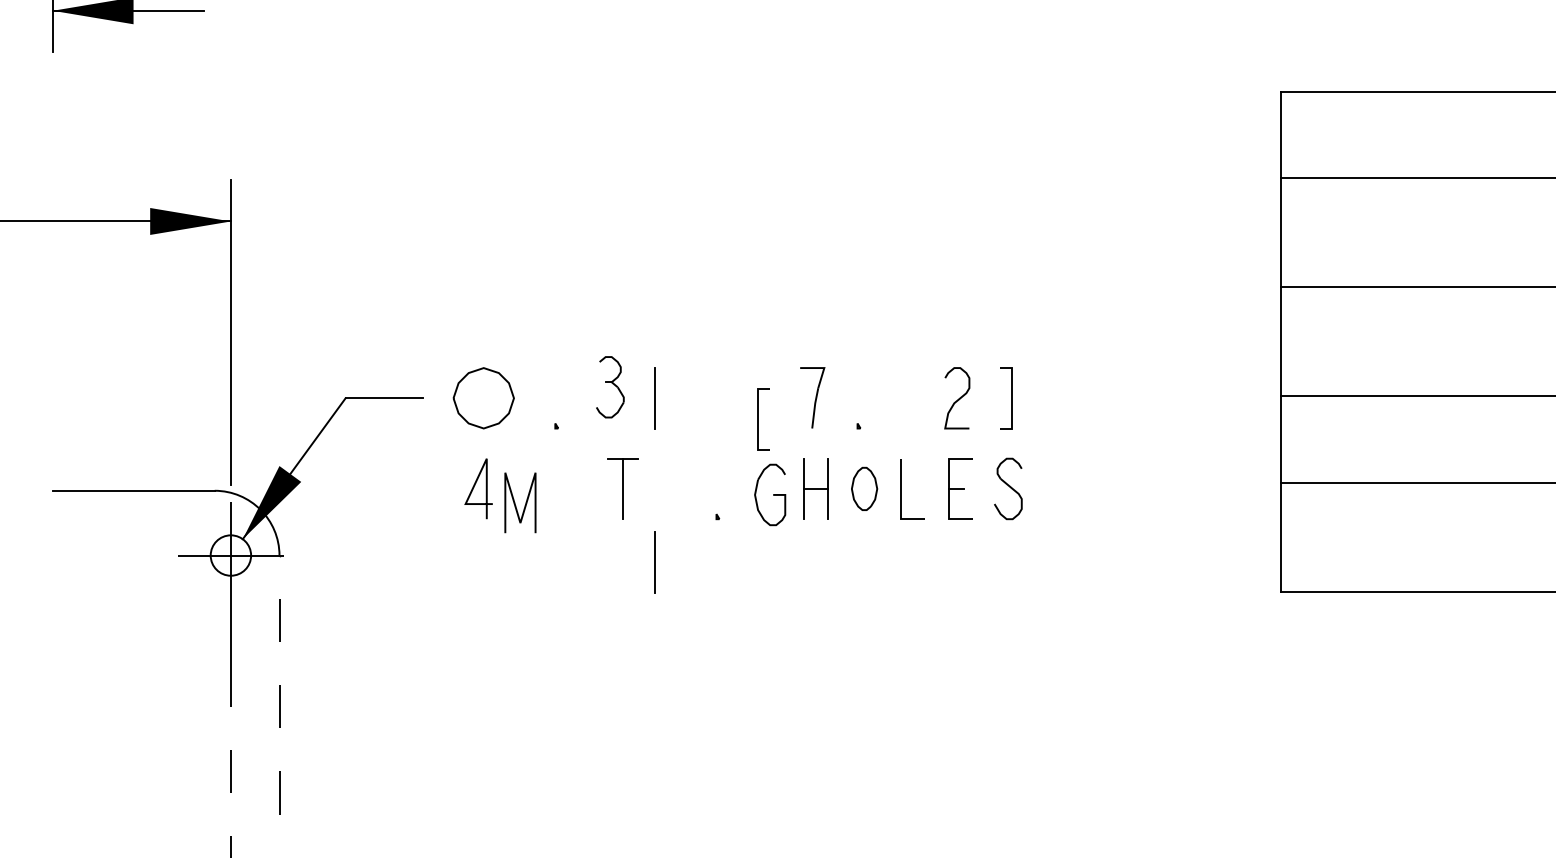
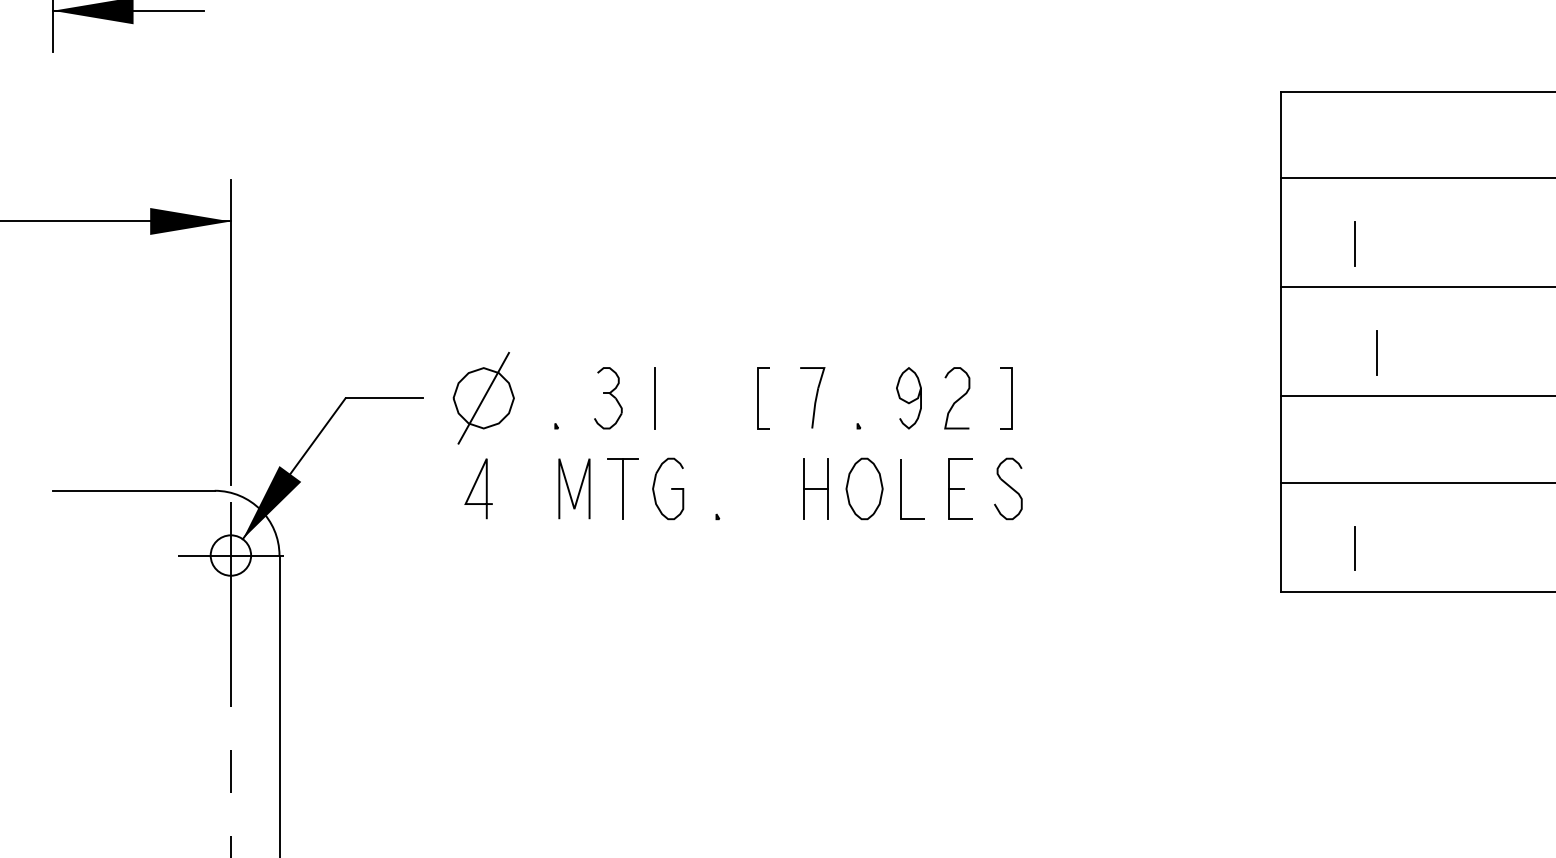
line at (1354, 243): none -> present
line at (1376, 352): none -> present
part at (610, 387) position: (610, 387) -> (608, 398)
line at (483, 397): none -> present
curve at (906, 400): none -> present
line at (758, 419) position: (758, 419) -> (758, 398)
part at (864, 488) size: 28x45 px -> 39x64 px
part at (770, 494) position: (770, 494) -> (668, 488)
line at (515, 502) position: (515, 502) -> (569, 488)
line at (1354, 547): none -> present
line at (654, 562): present -> none
line at (279, 706): dashed -> solid
